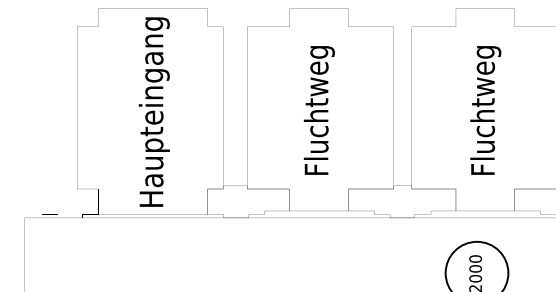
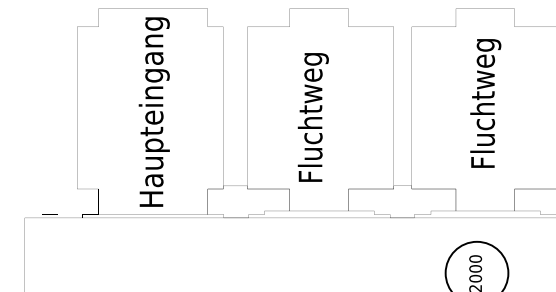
text at (318, 110) position: (318, 110) -> (312, 117)
text at (485, 110) position: (485, 110) -> (485, 103)
